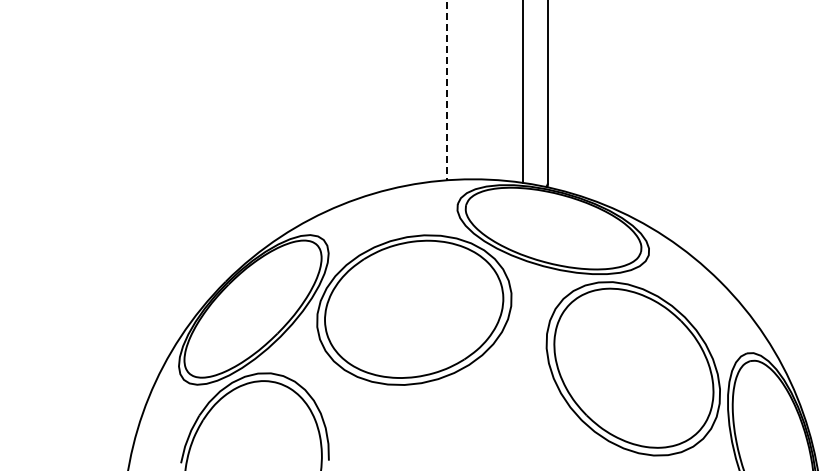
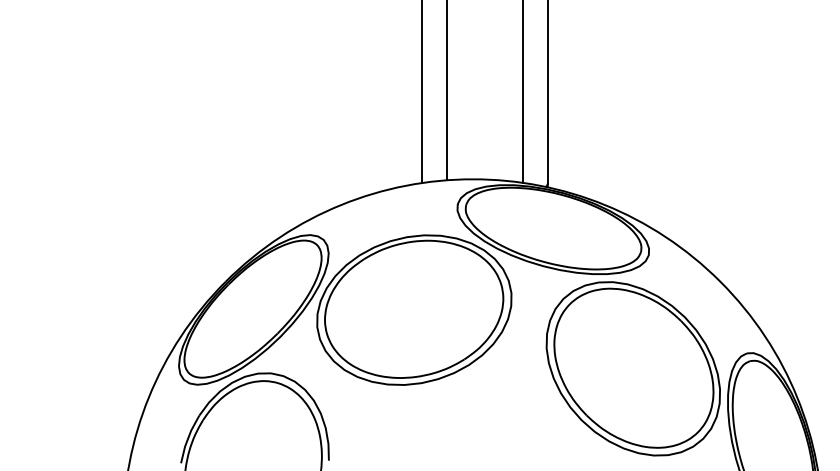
line at (446, 90): dashed -> solid
line at (421, 92): none -> present
